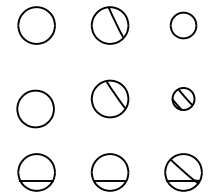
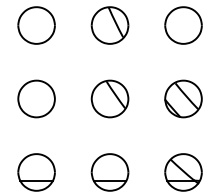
part at (183, 25) size: 29x29 px -> 39x39 px
part at (183, 98) size: 25x24 px -> 39x40 px
part at (35, 108) position: (35, 108) -> (36, 98)
